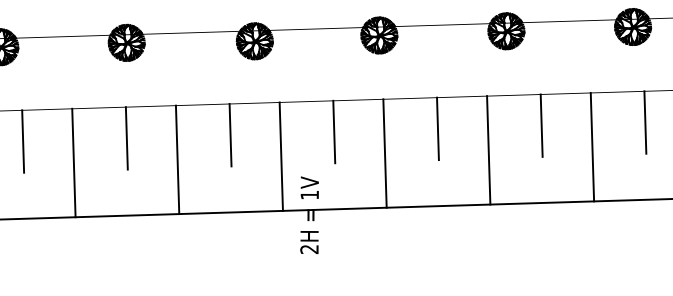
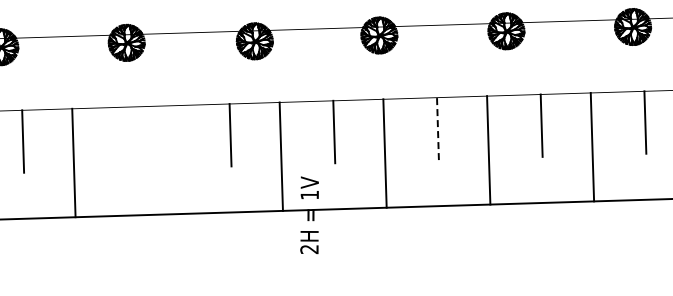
line at (437, 128): solid -> dashed
line at (126, 138): present -> none
line at (177, 159): present -> none
